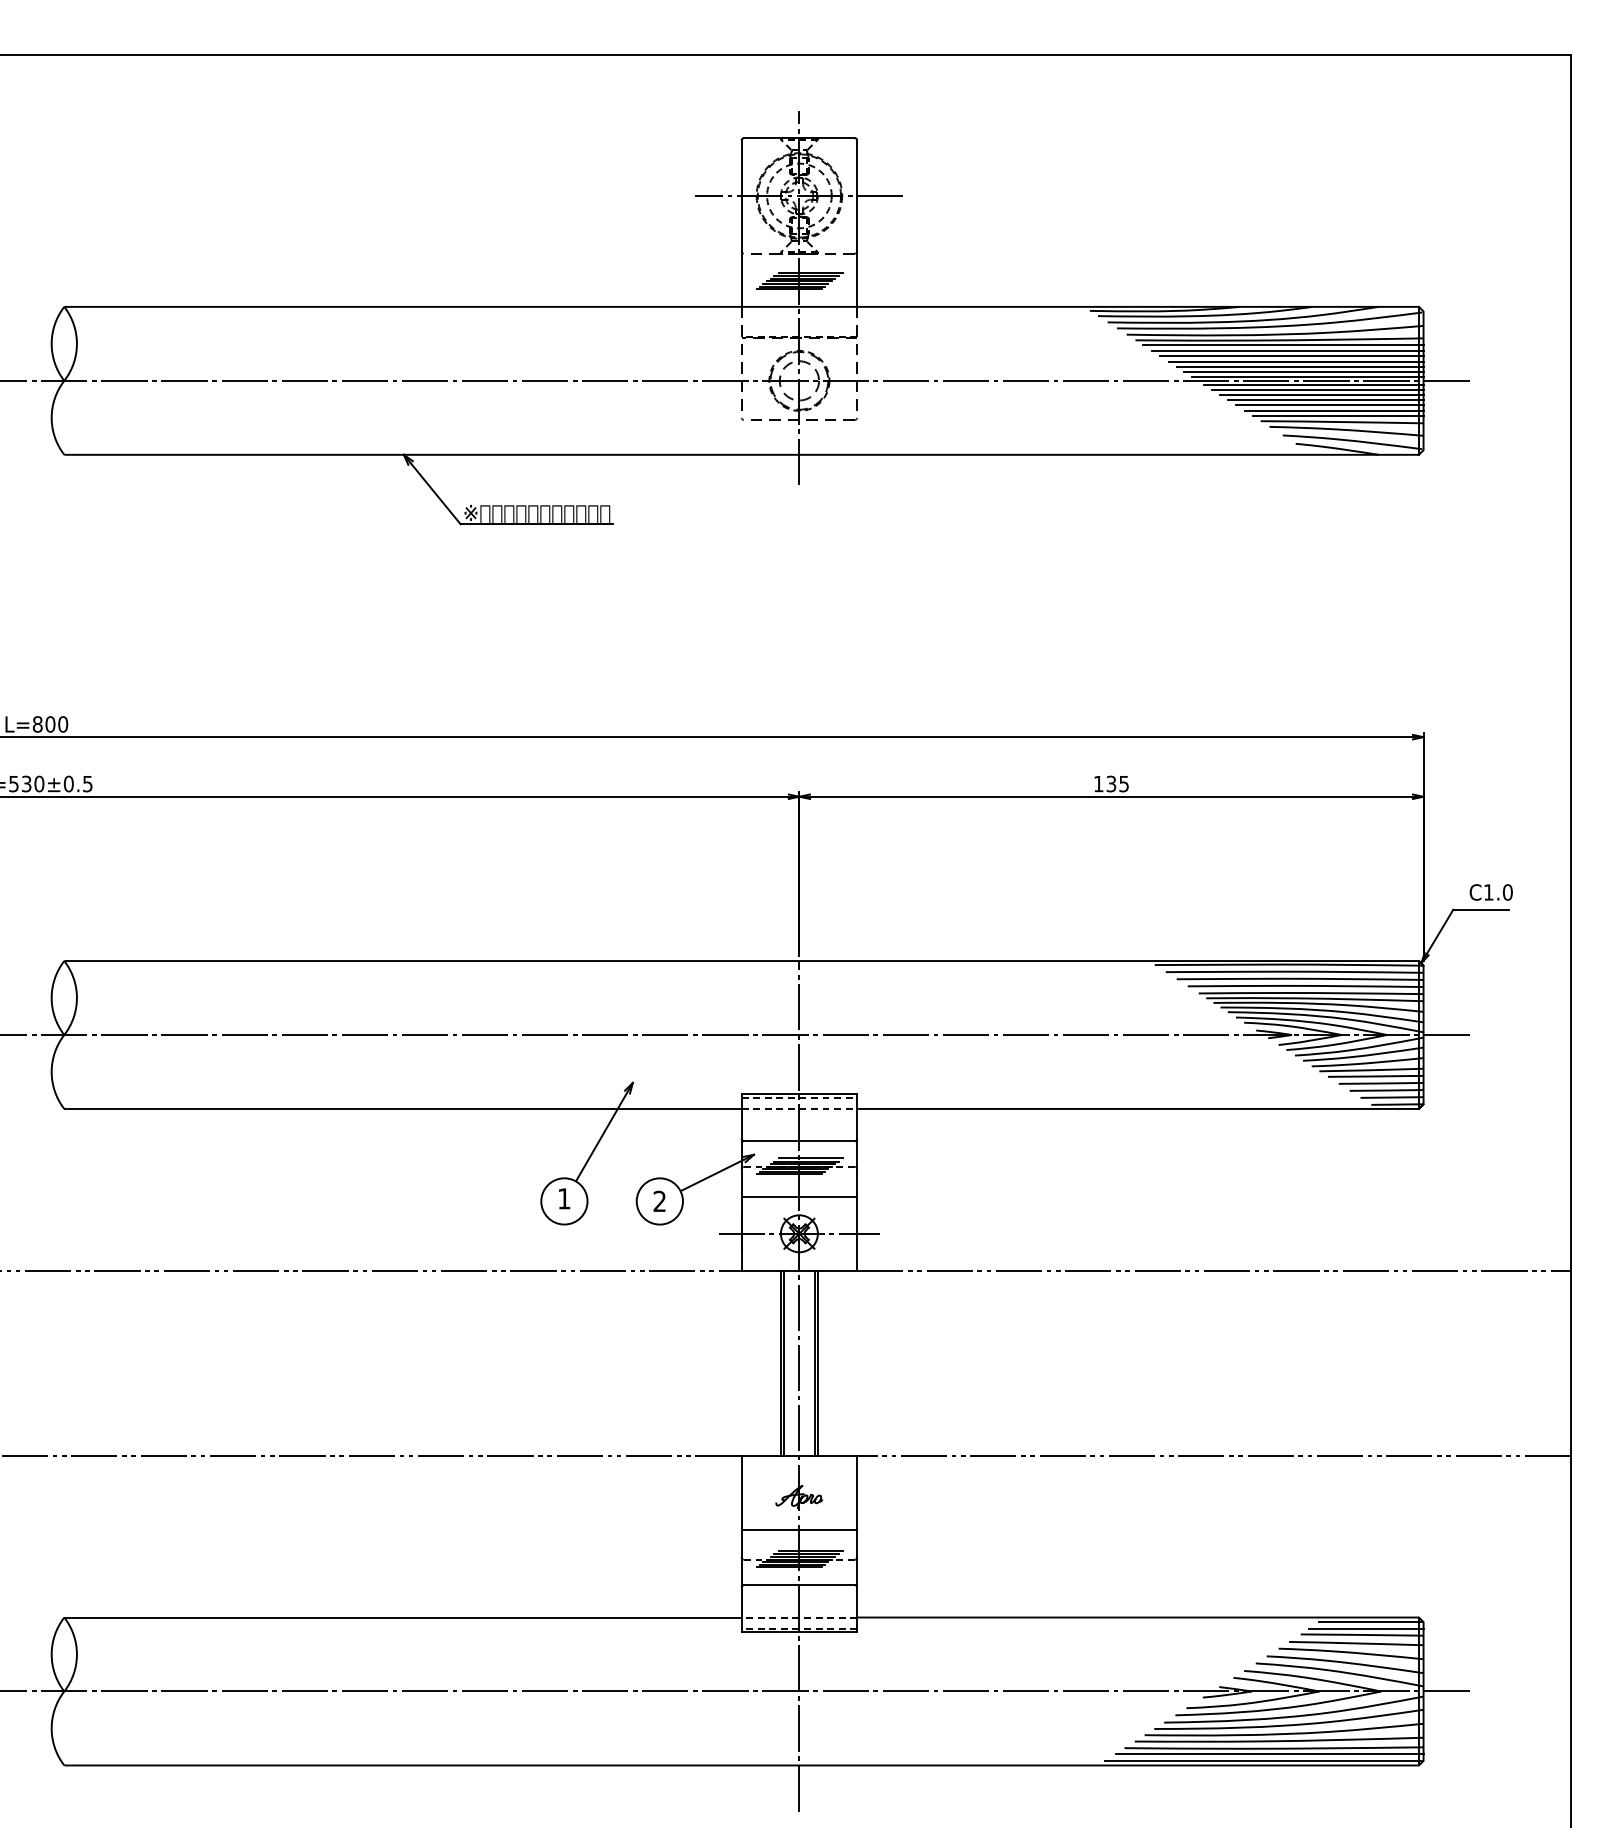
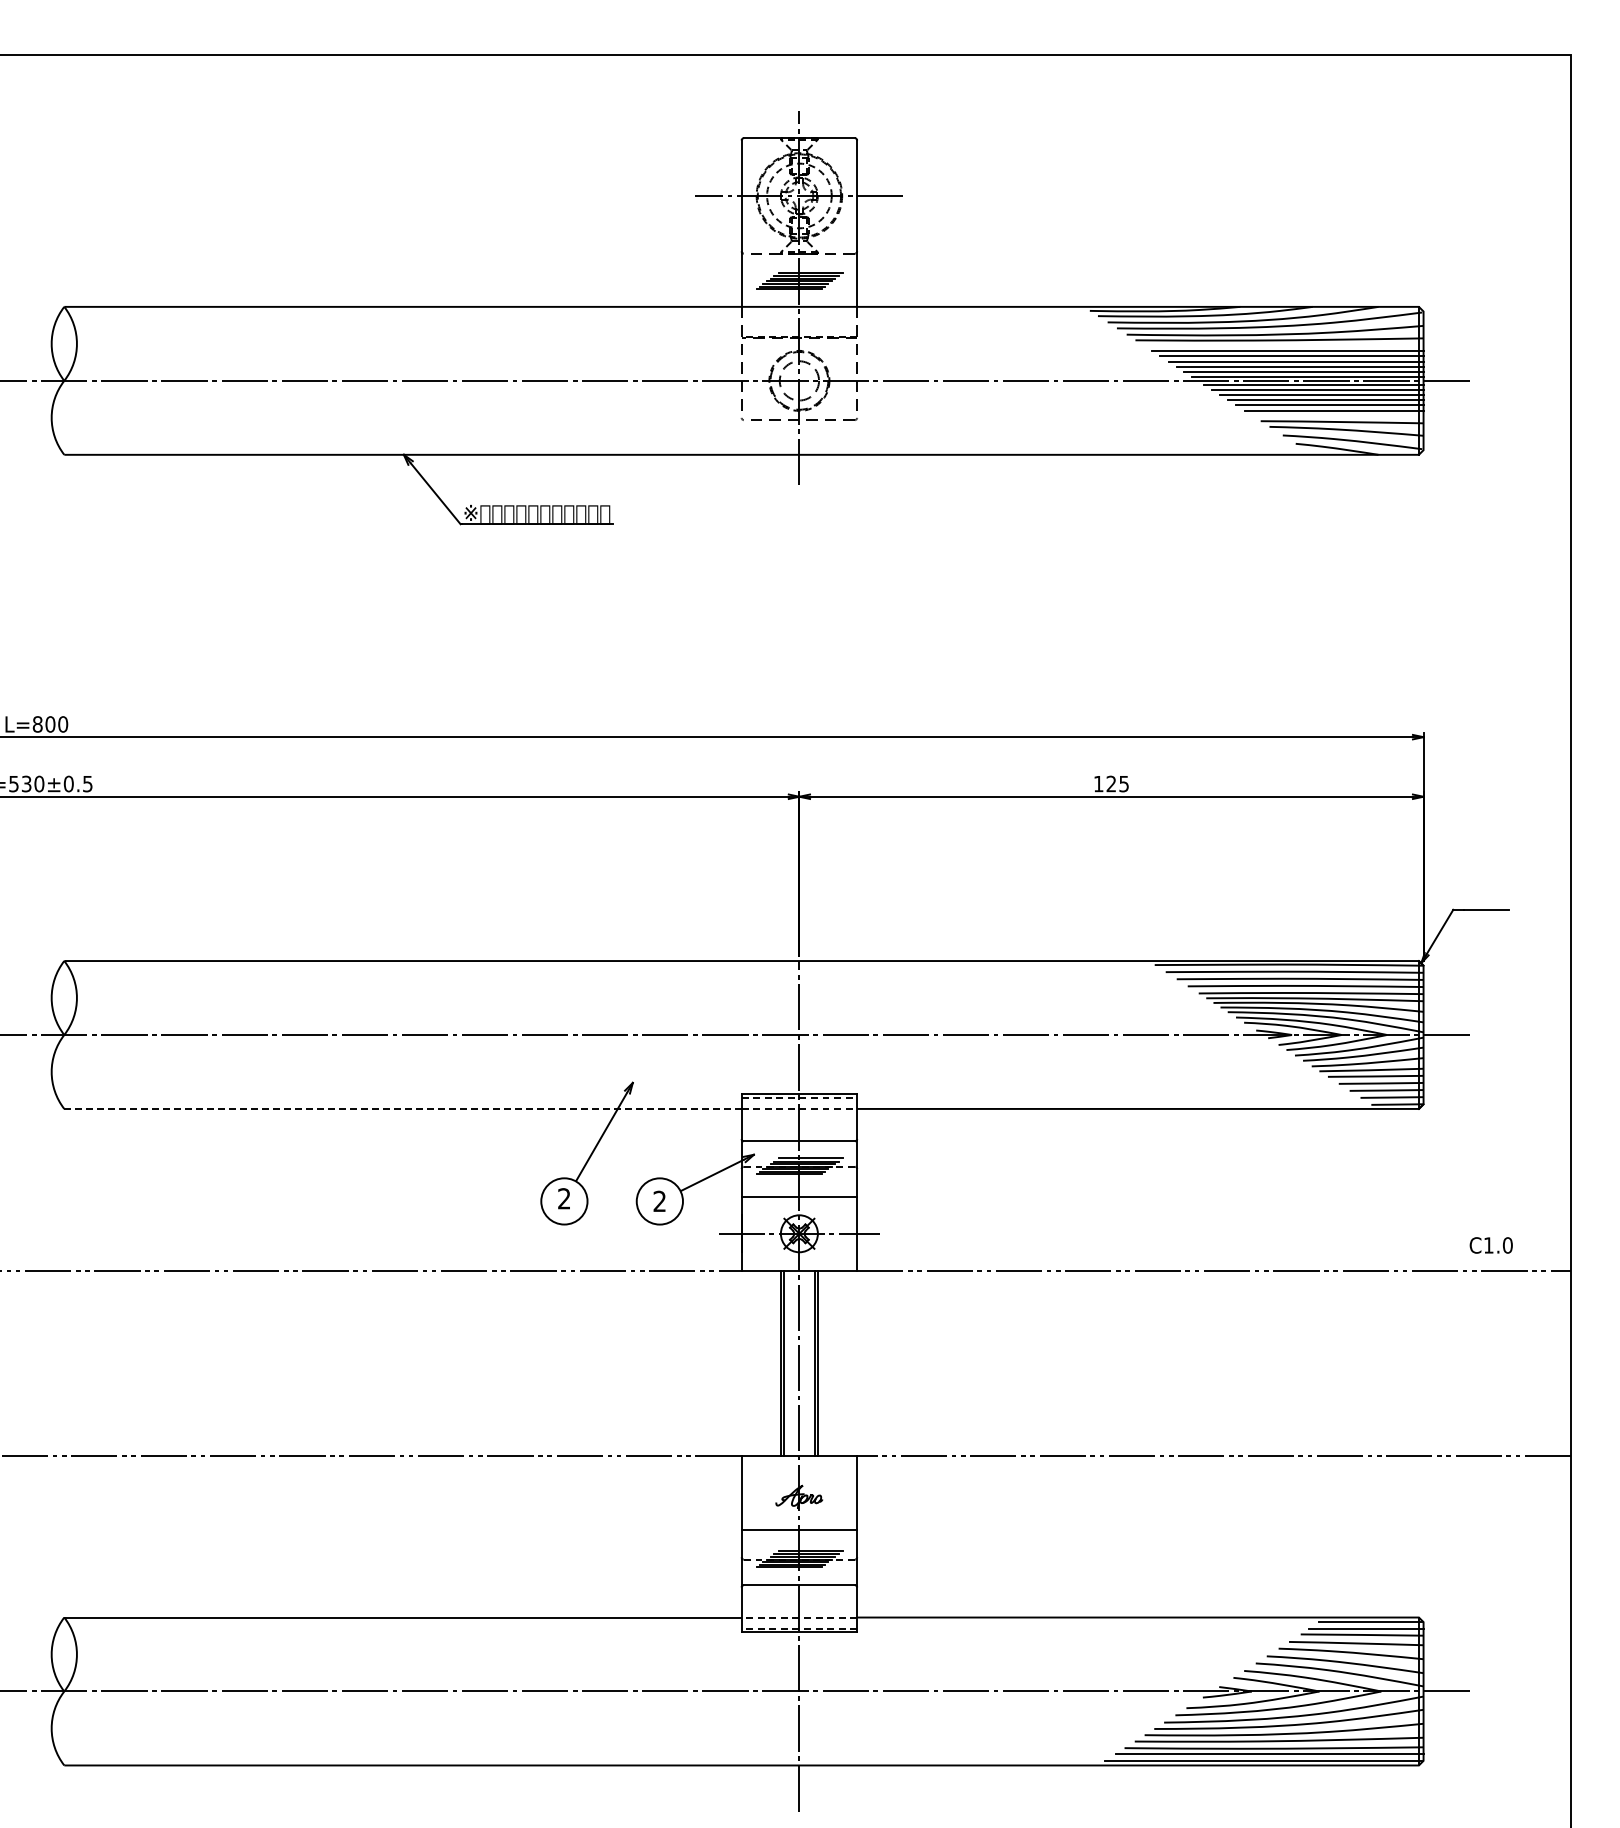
line at (1283, 345): present -> none
line at (1338, 416): present -> none
text at (1111, 784): 135 -> 125
text at (1490, 892) position: (1490, 892) -> (1490, 1245)
line at (402, 1108): solid -> dashed
text at (564, 1198): 1 -> 2
